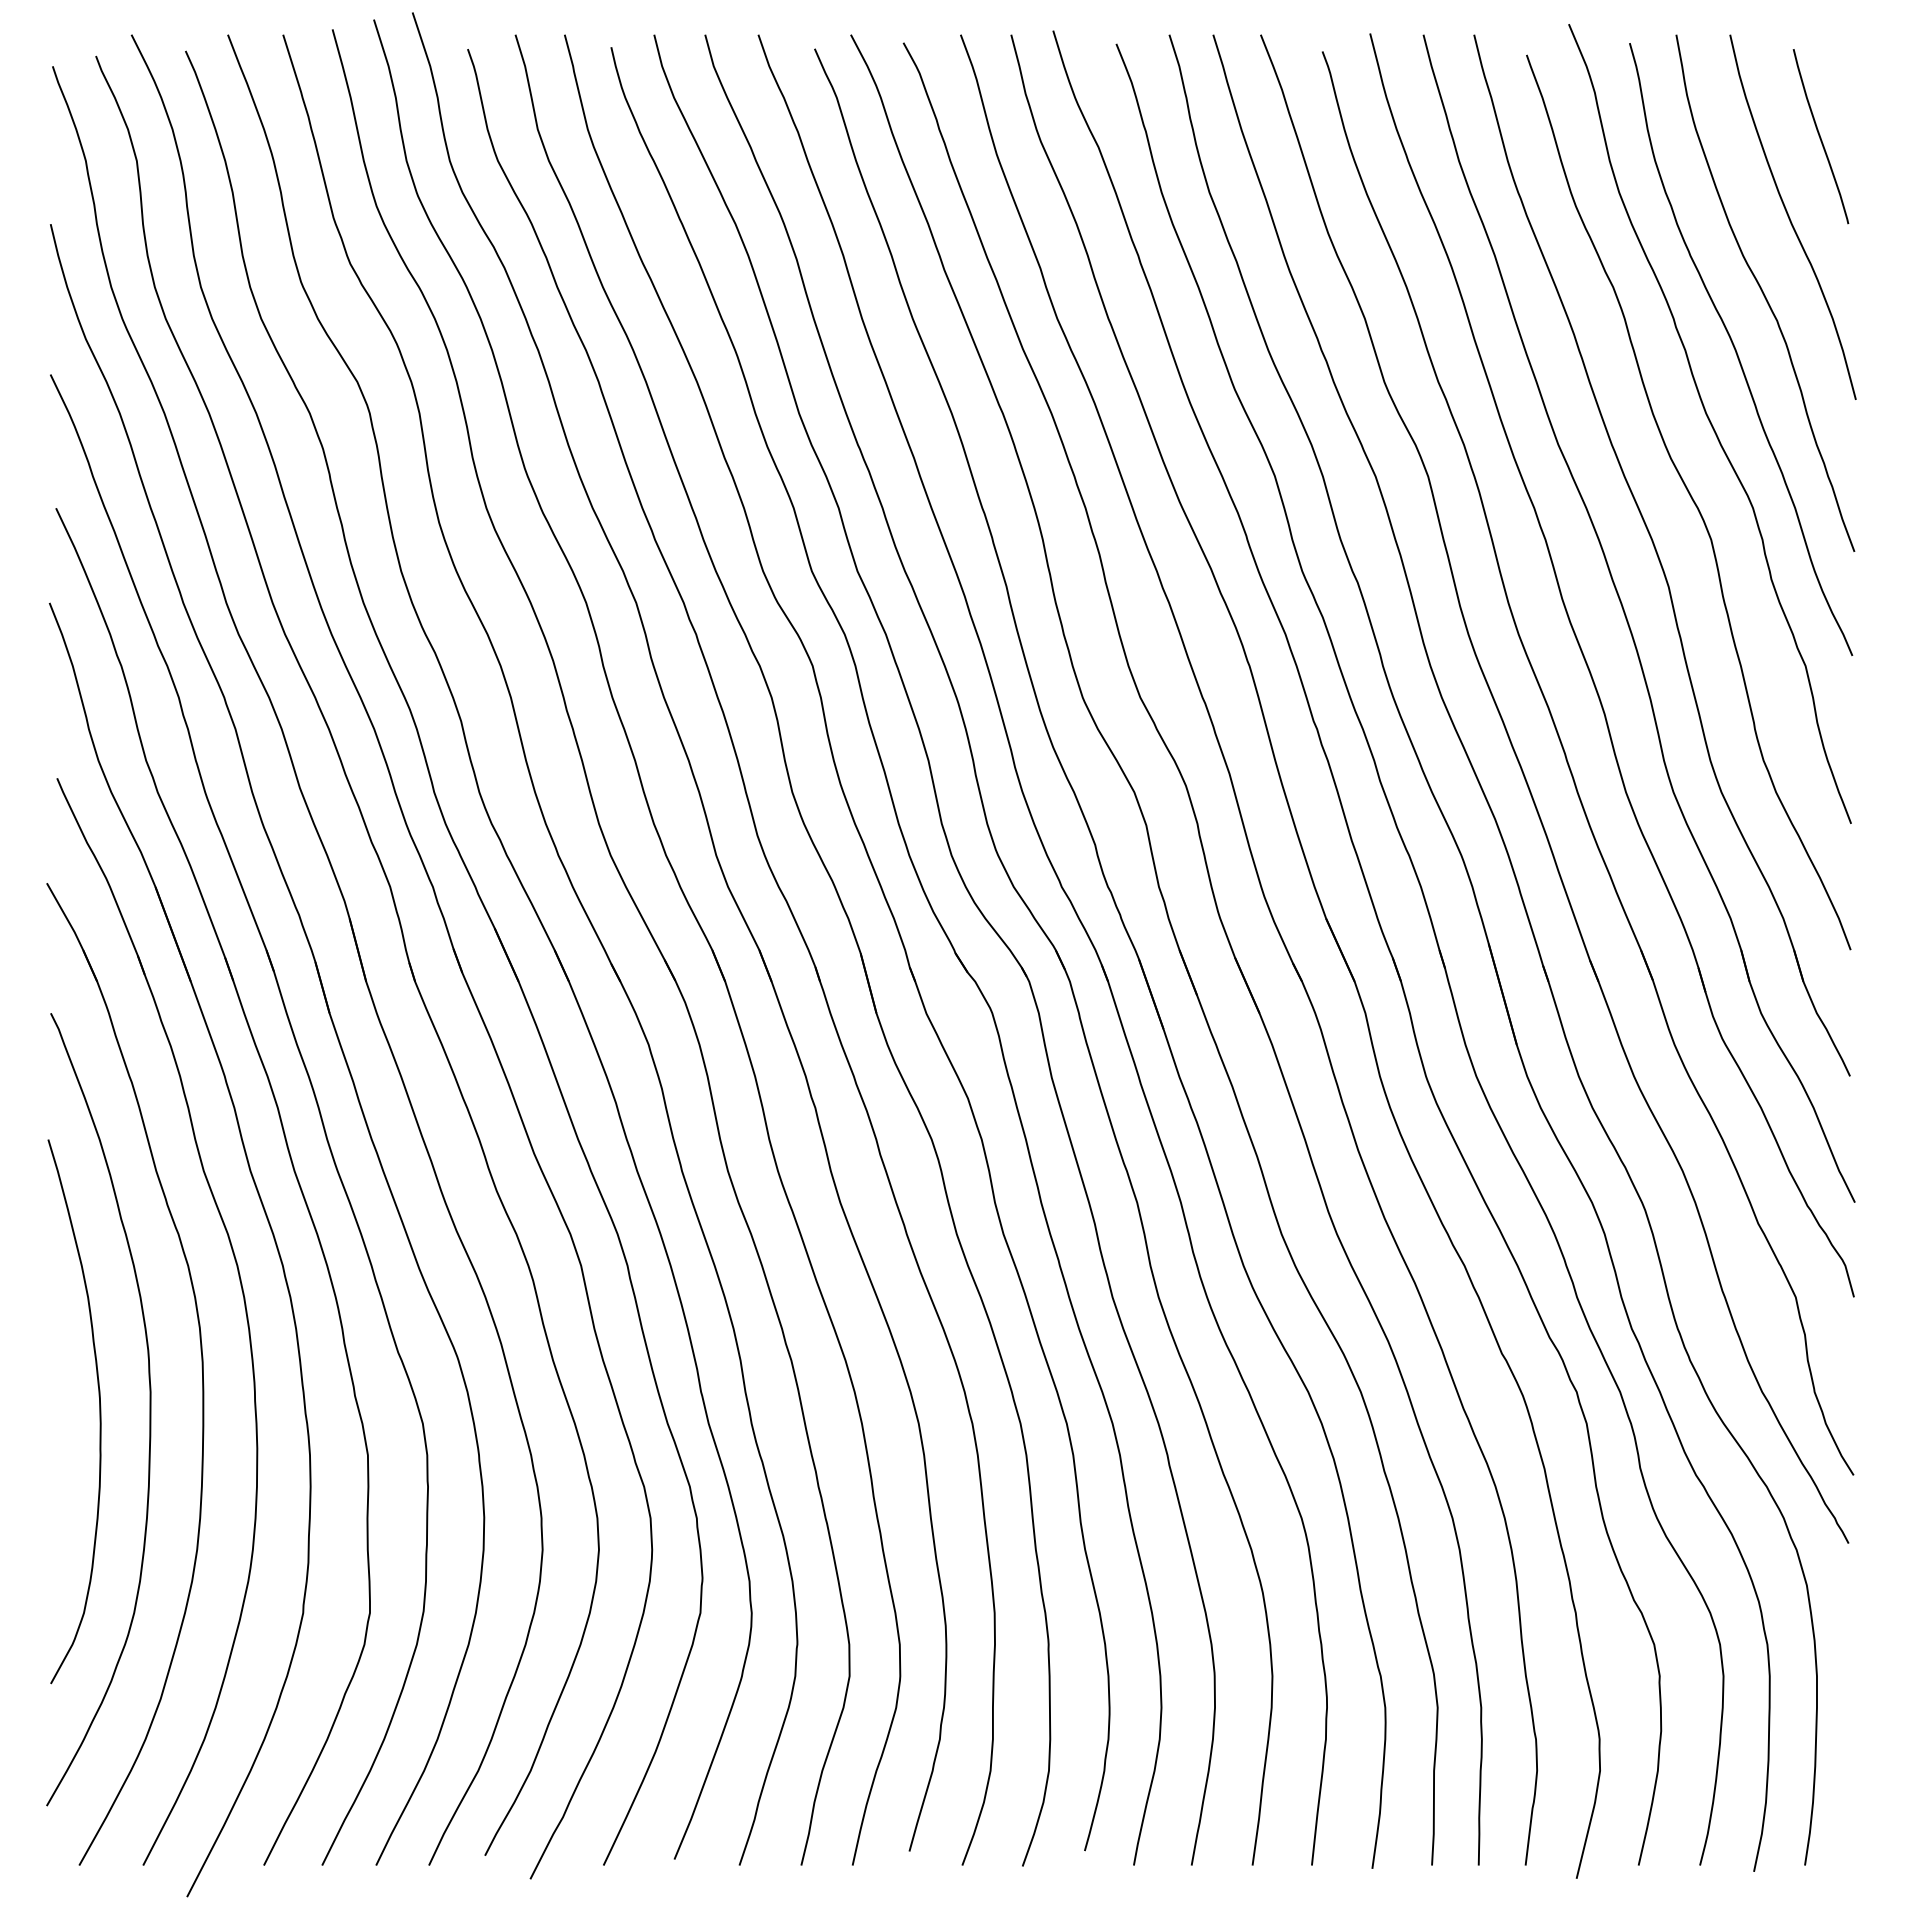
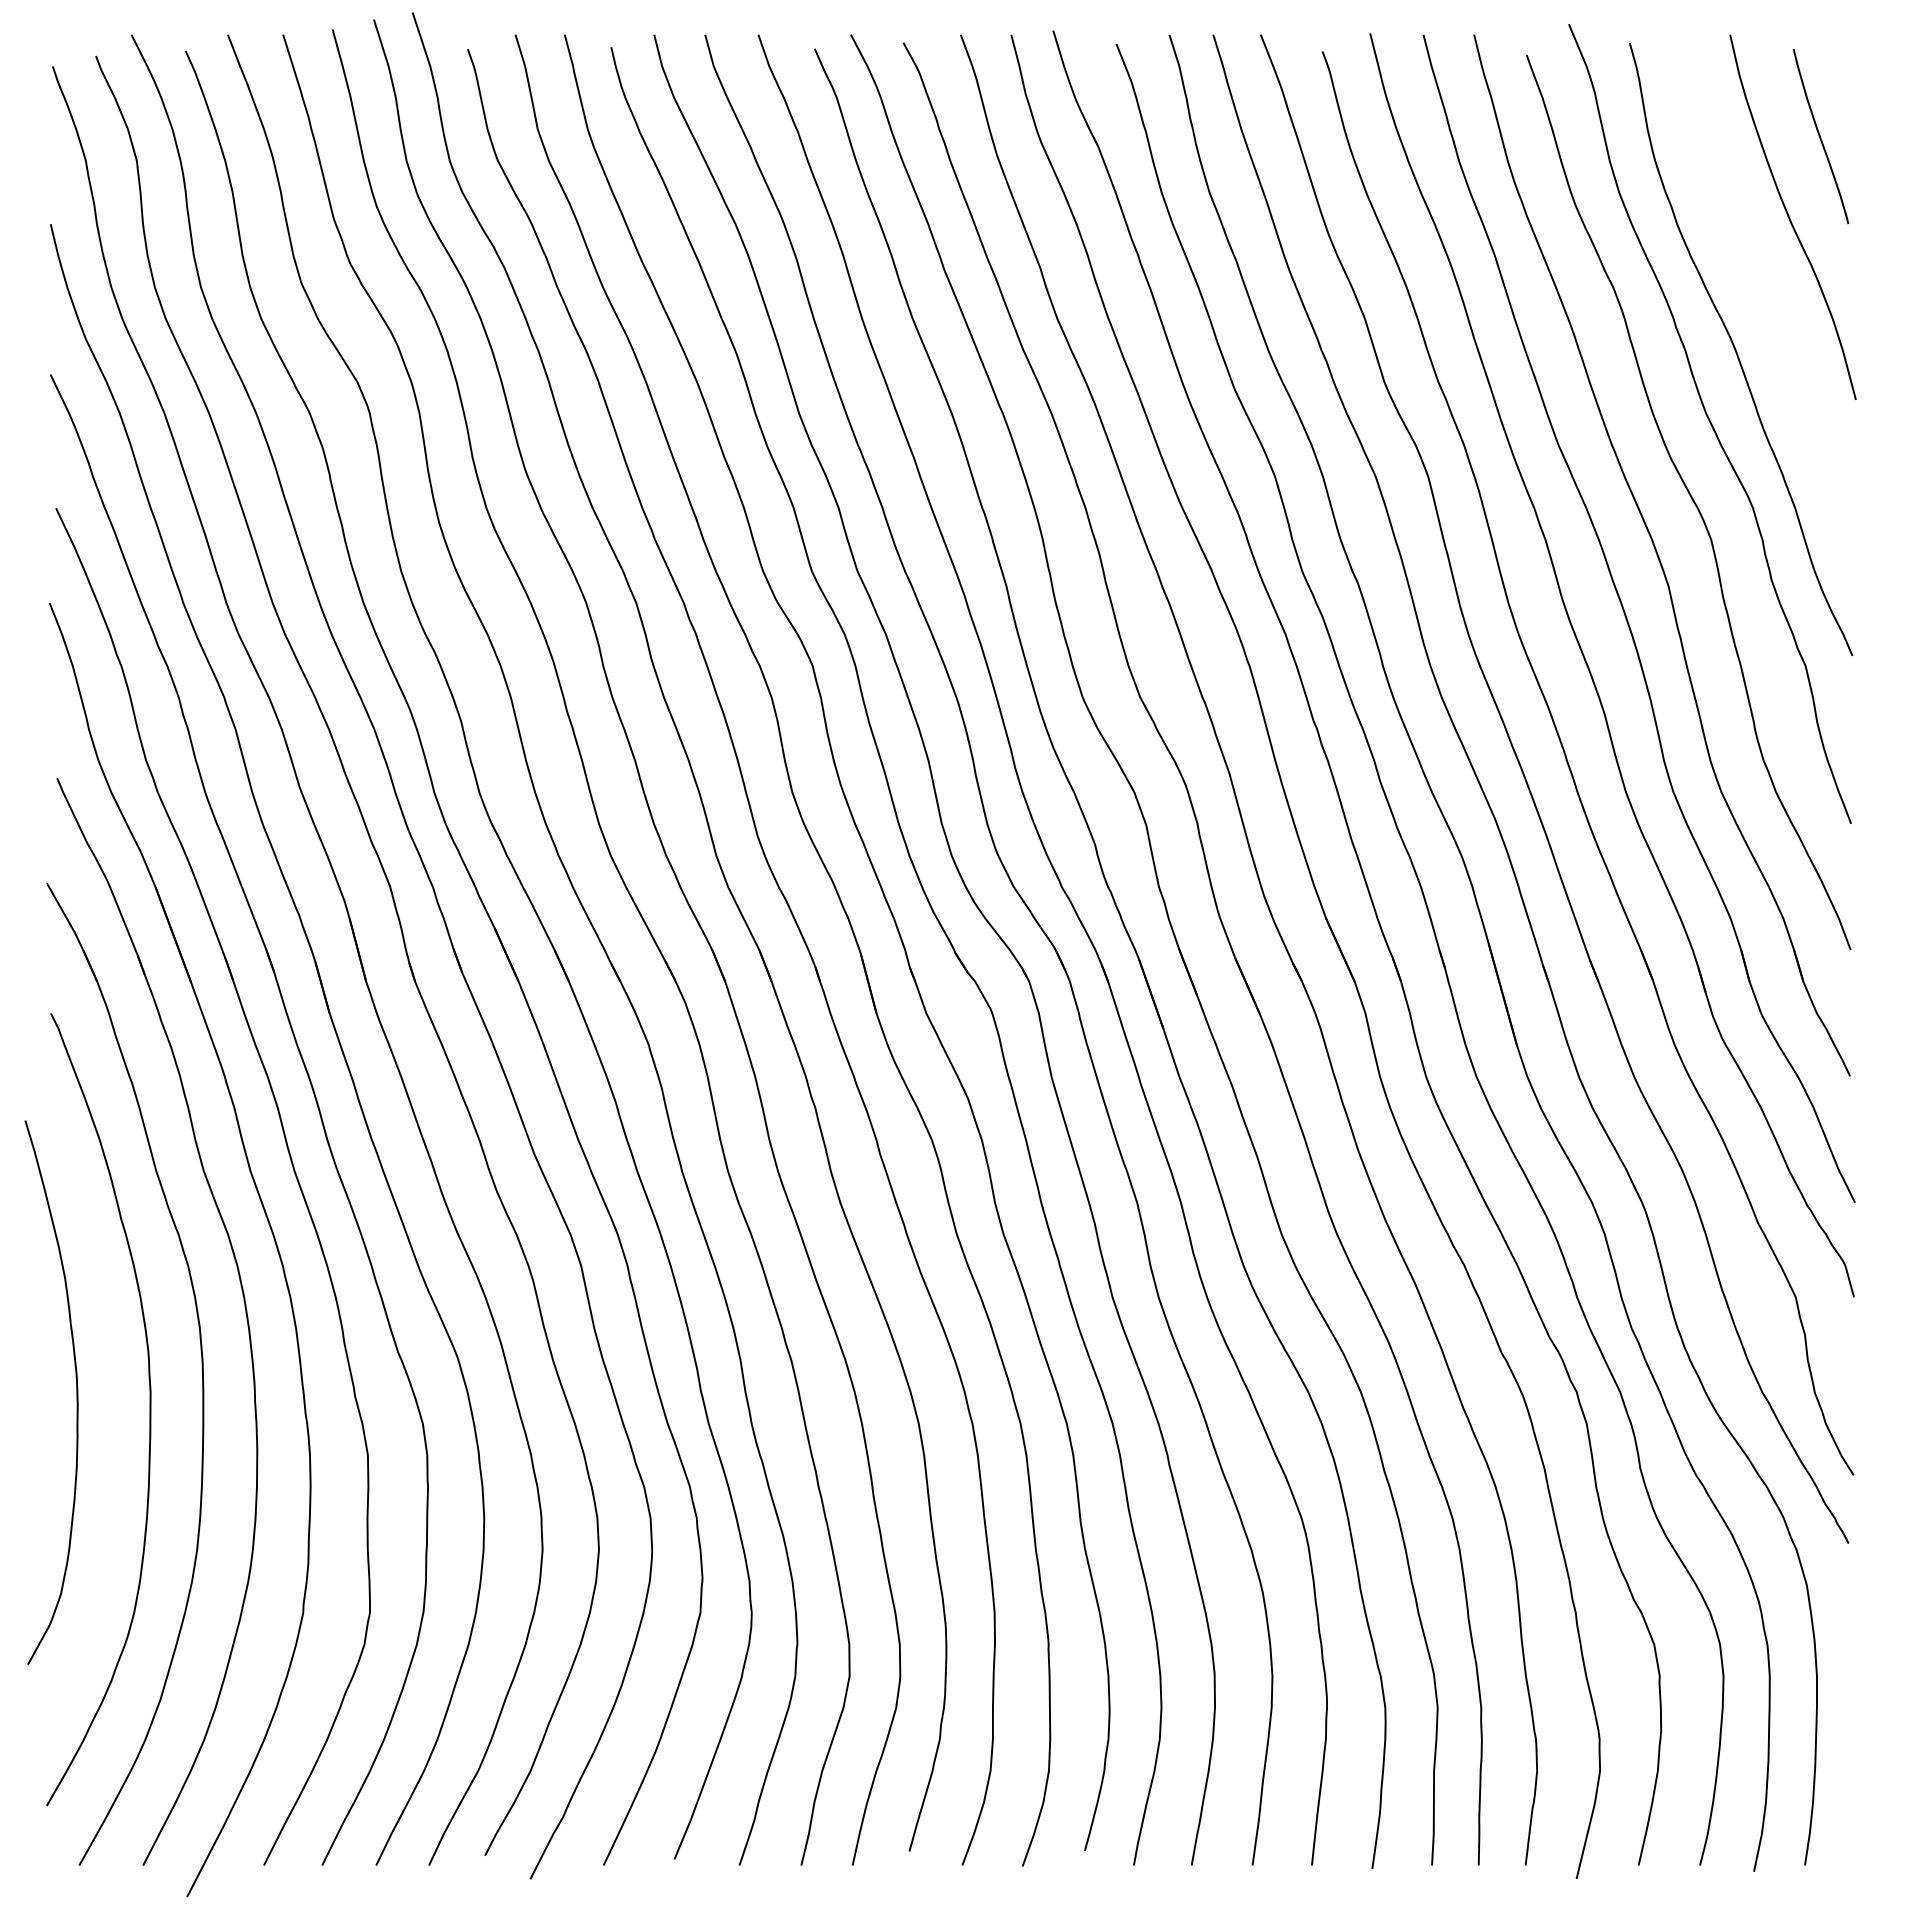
curve at (1764, 293): present -> none
curve at (99, 1411) position: (99, 1411) -> (76, 1392)
